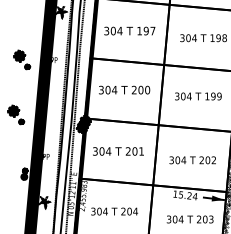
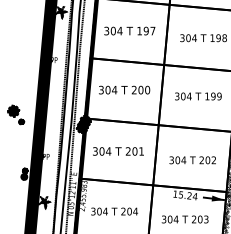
part at (22, 59): present -> none
text at (189, 219) position: (189, 219) -> (184, 219)
